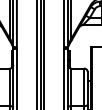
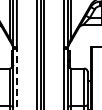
line at (17, 78): solid -> dashed
